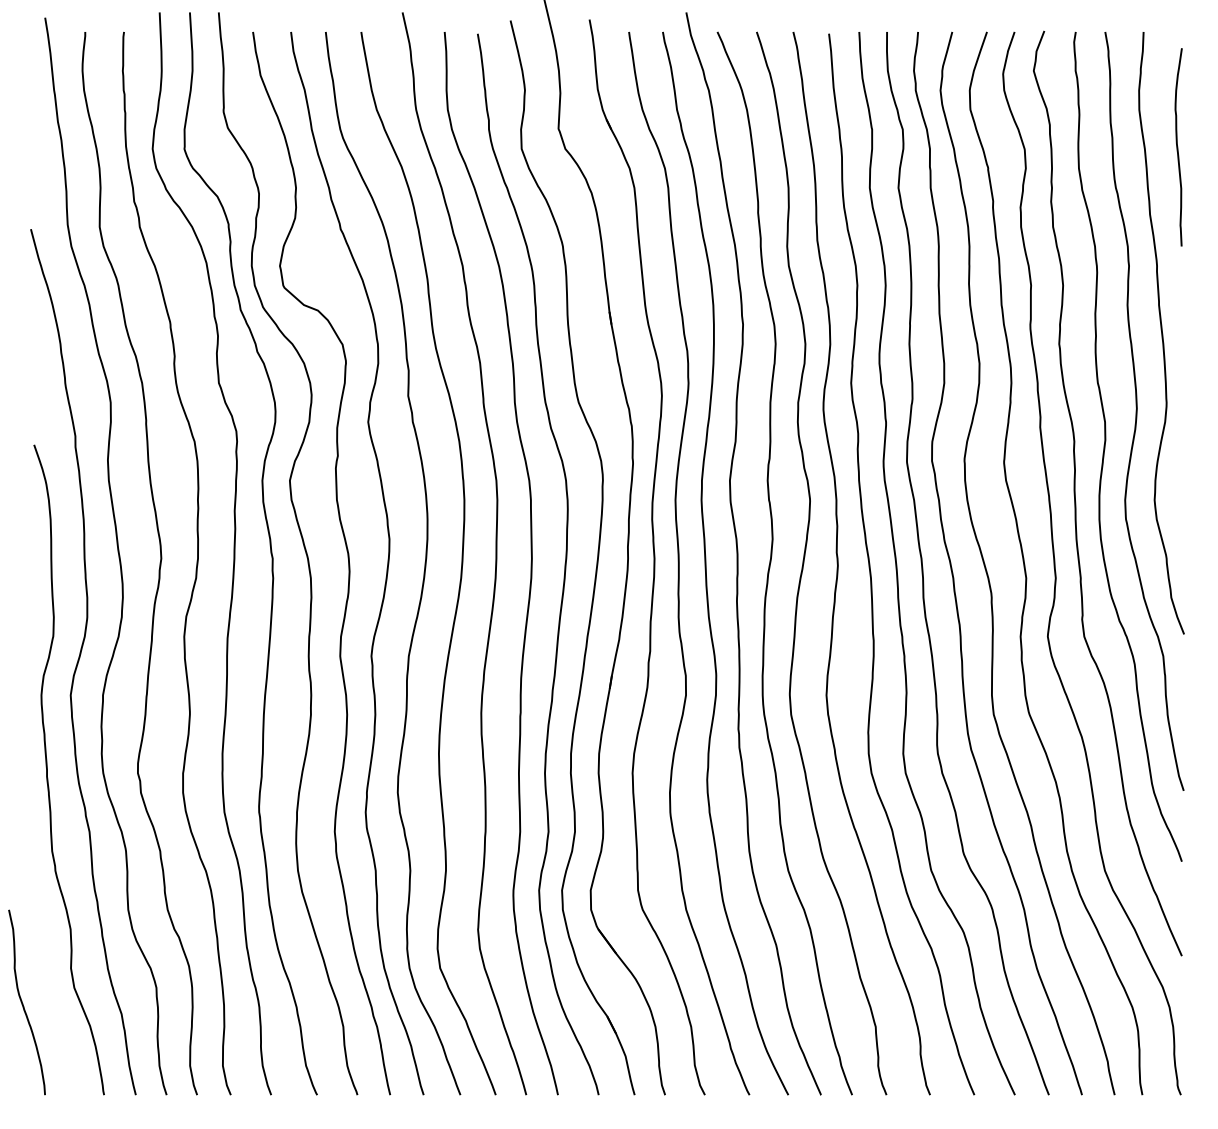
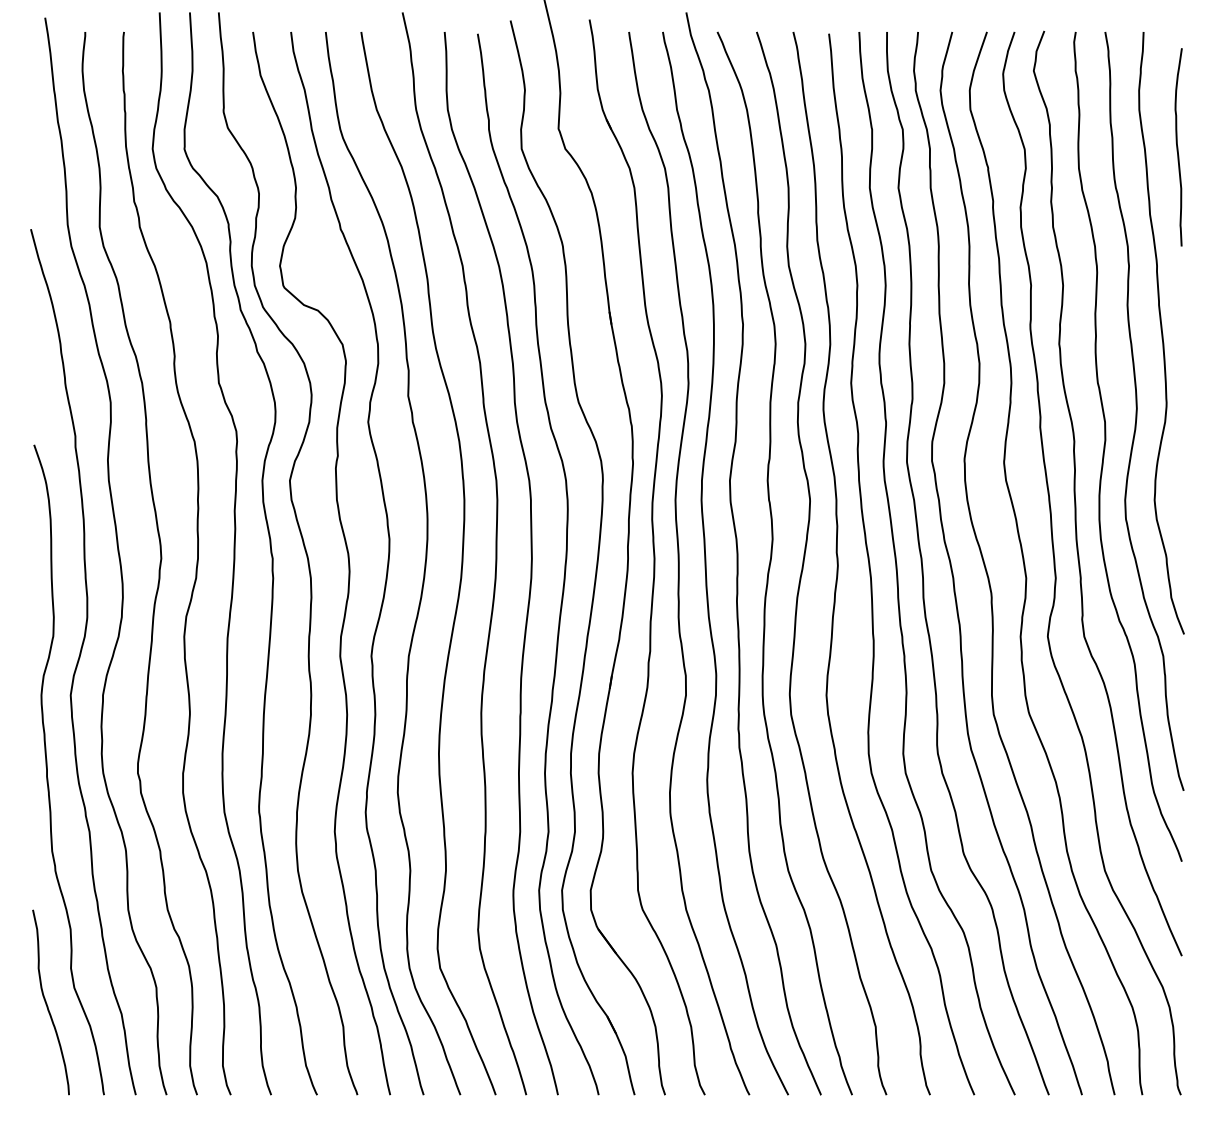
curve at (23, 1003) position: (23, 1003) -> (47, 1003)
